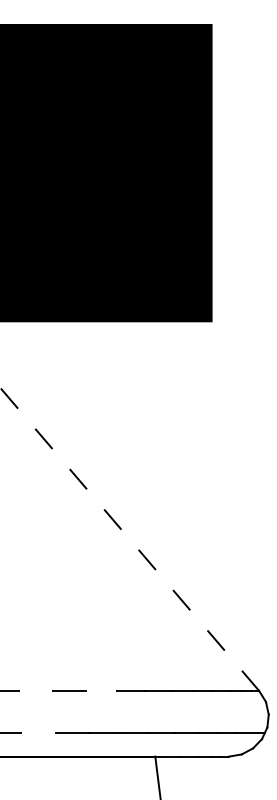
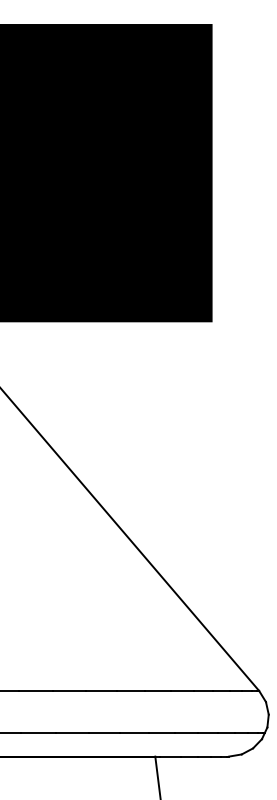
line at (129, 539): dashed -> solid
line at (35, 690): none -> present
line at (100, 690): none -> present
line at (37, 733): none -> present
